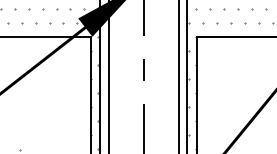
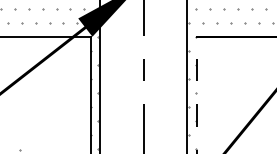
line at (108, 76): present -> none
line at (178, 76): present -> none
line at (197, 94): solid -> dashed
